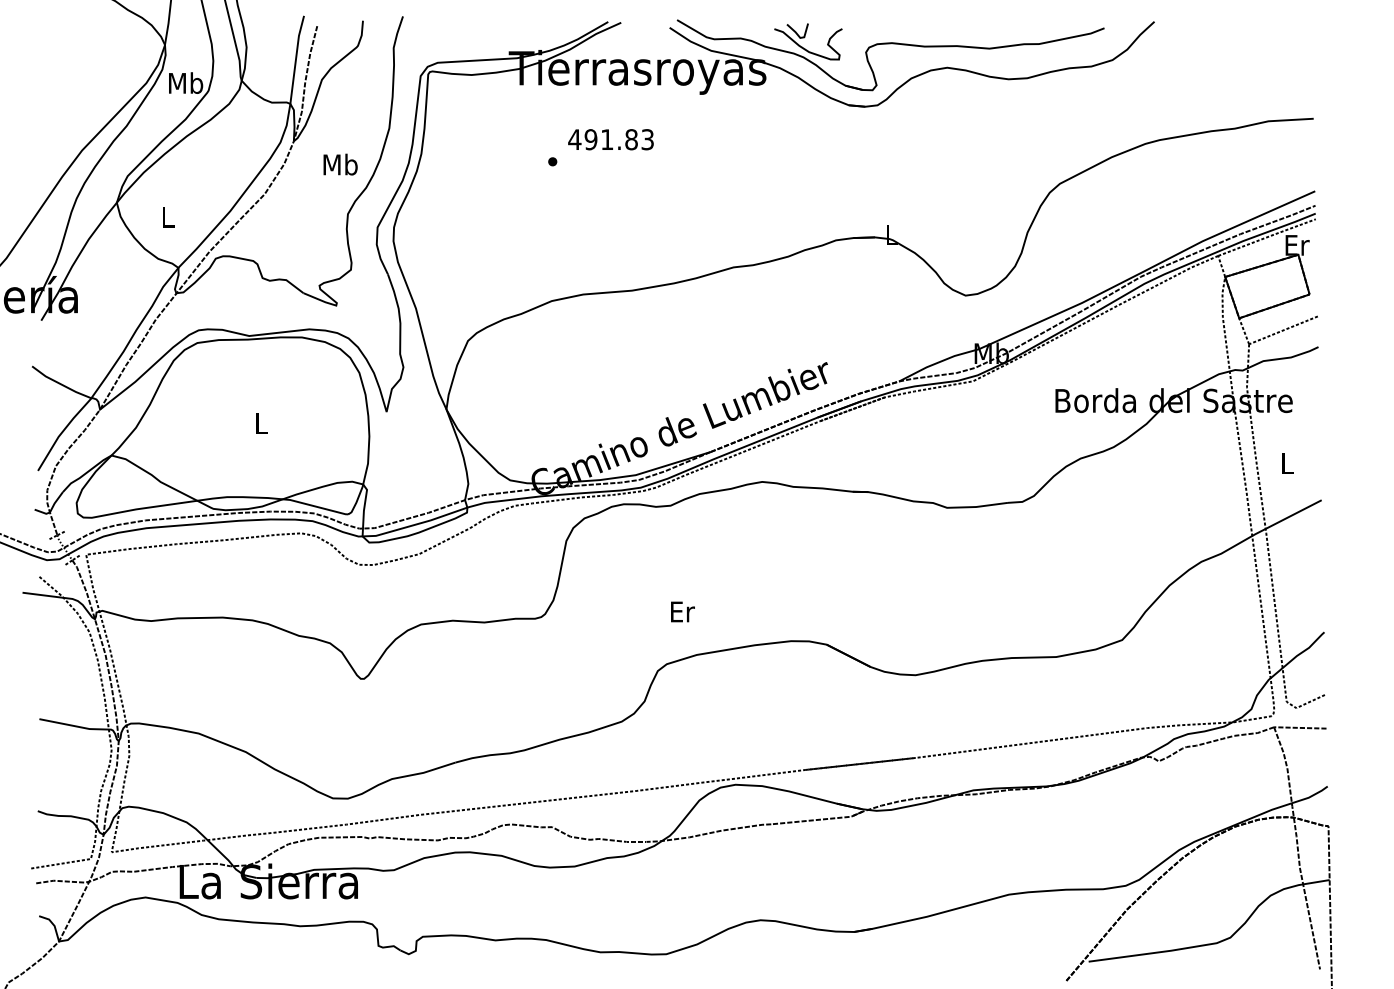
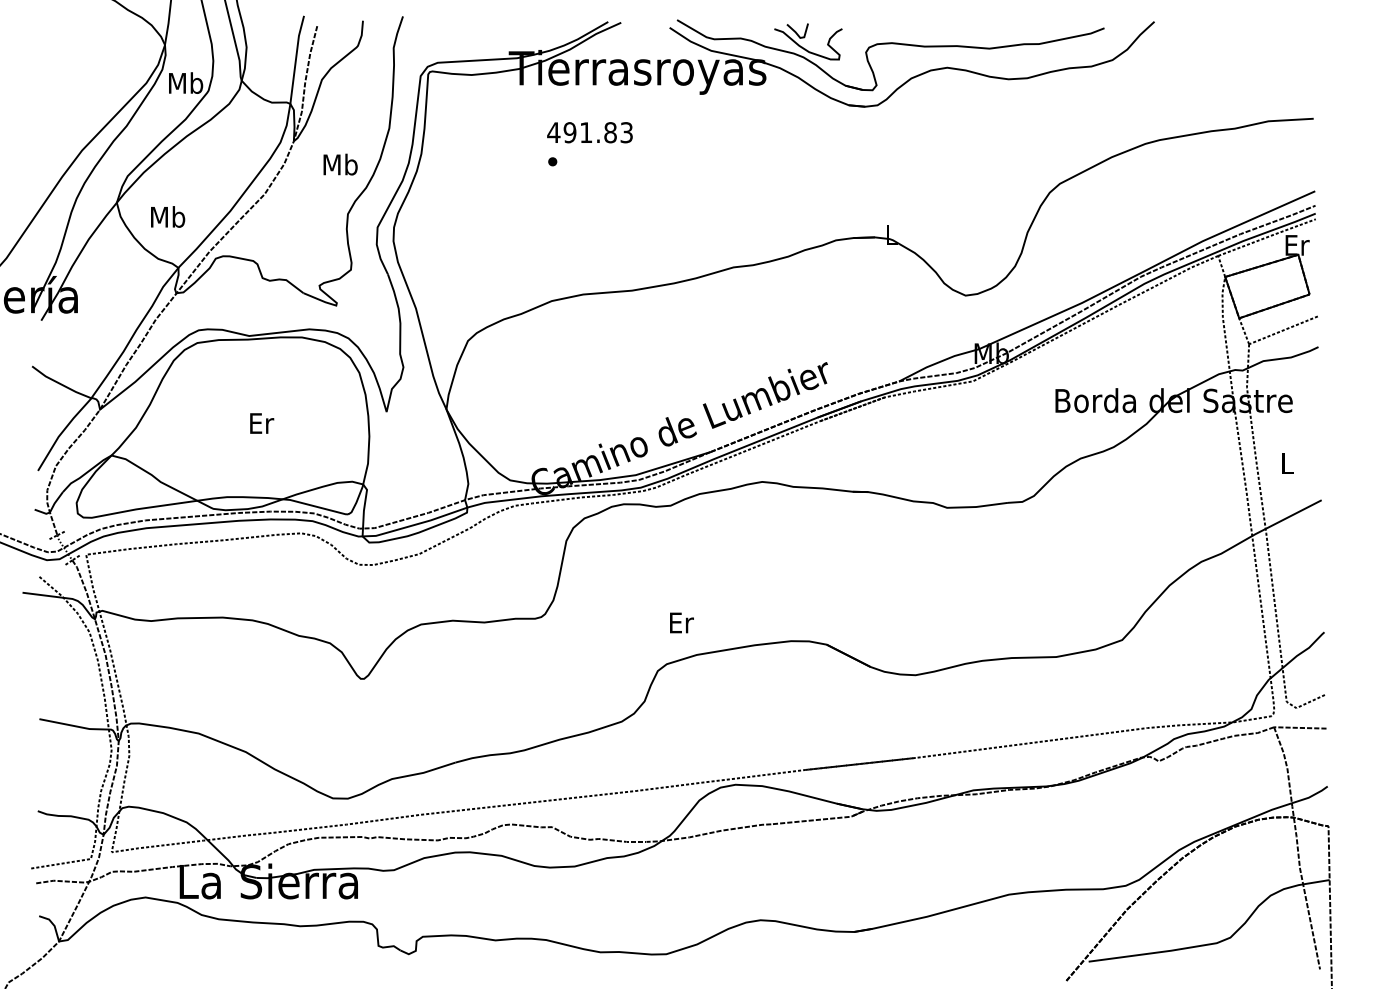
text at (610, 139) position: (610, 139) -> (589, 132)
text at (168, 216): L -> Mb
text at (262, 423): L -> Er
text at (682, 611) position: (682, 611) -> (681, 622)
